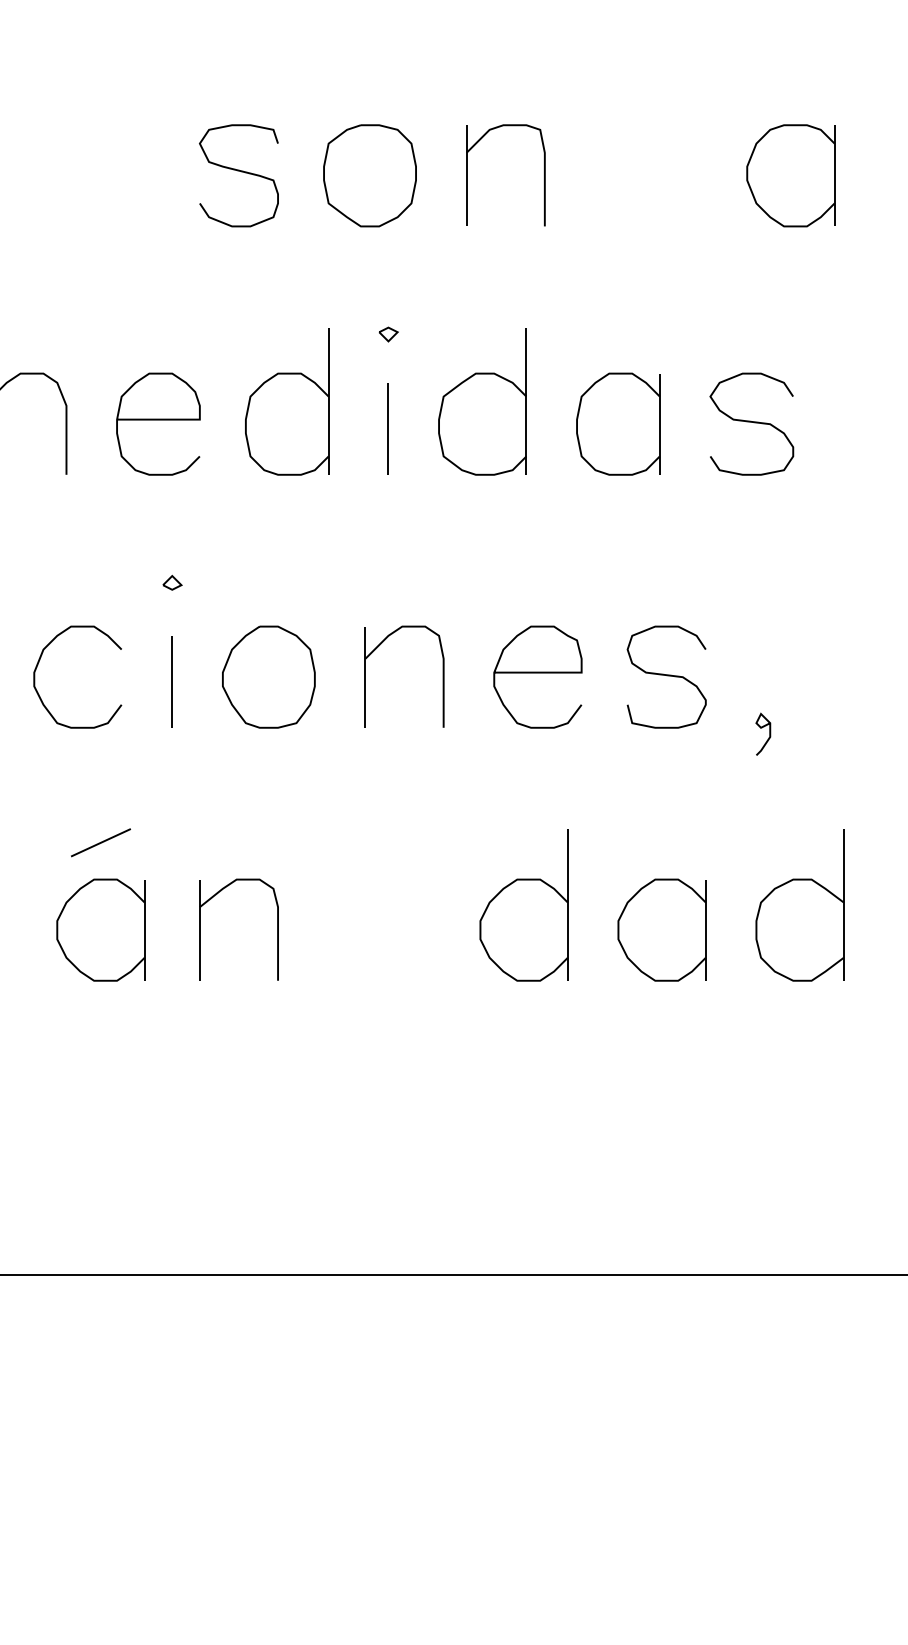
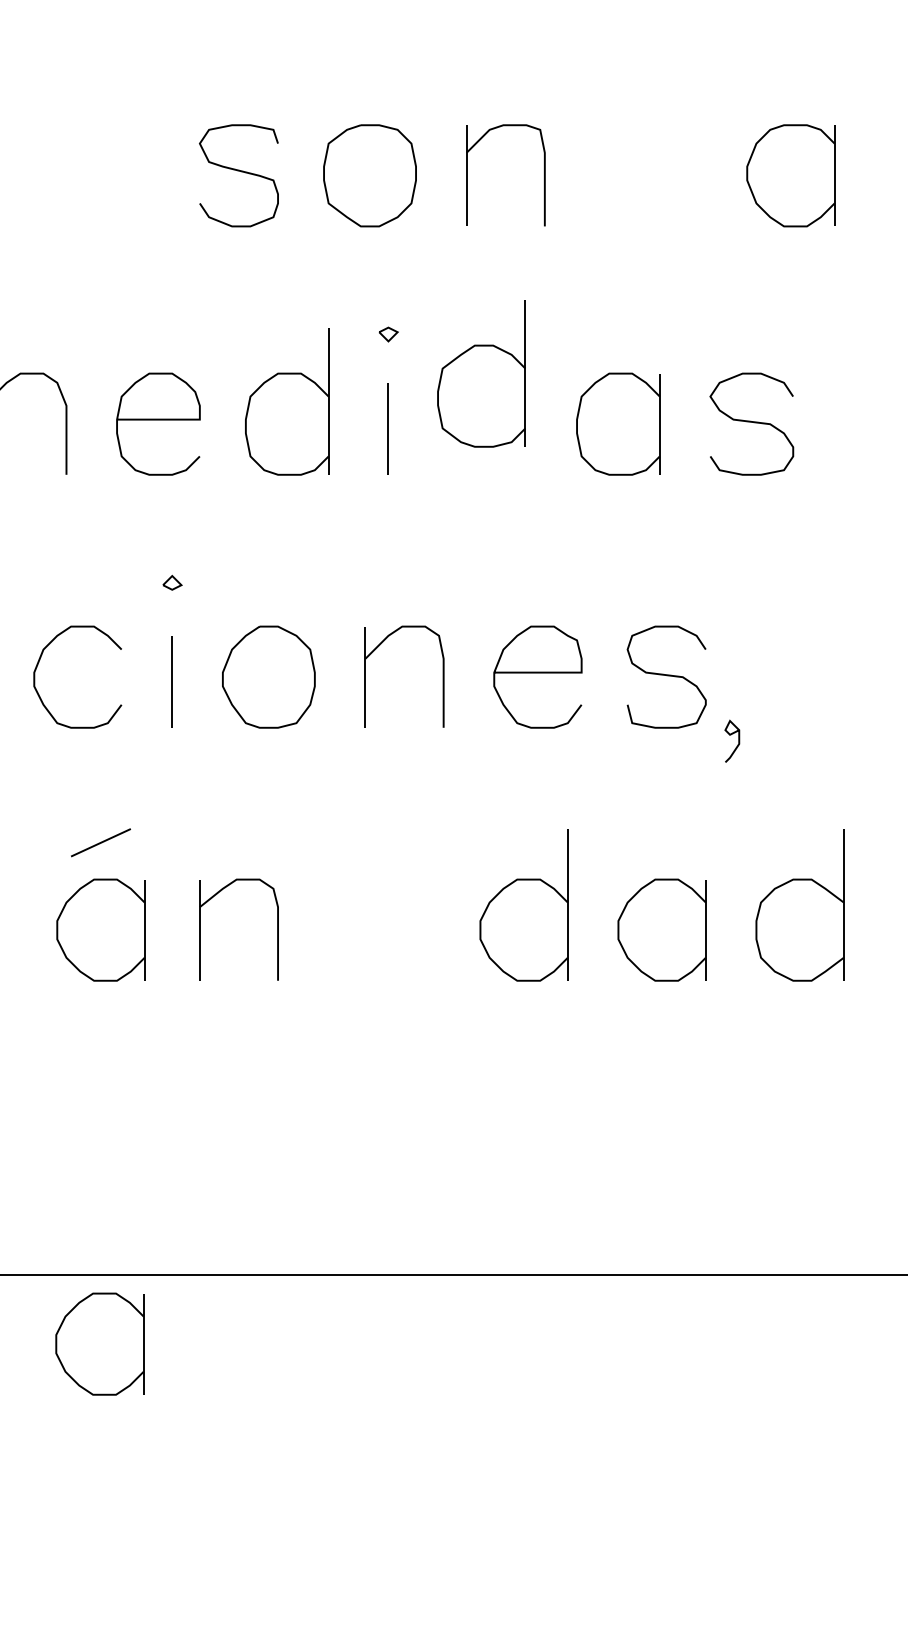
part at (482, 401) position: (482, 401) -> (481, 373)
curve at (762, 728) position: (762, 728) -> (731, 735)
part at (99, 1343): none -> present
